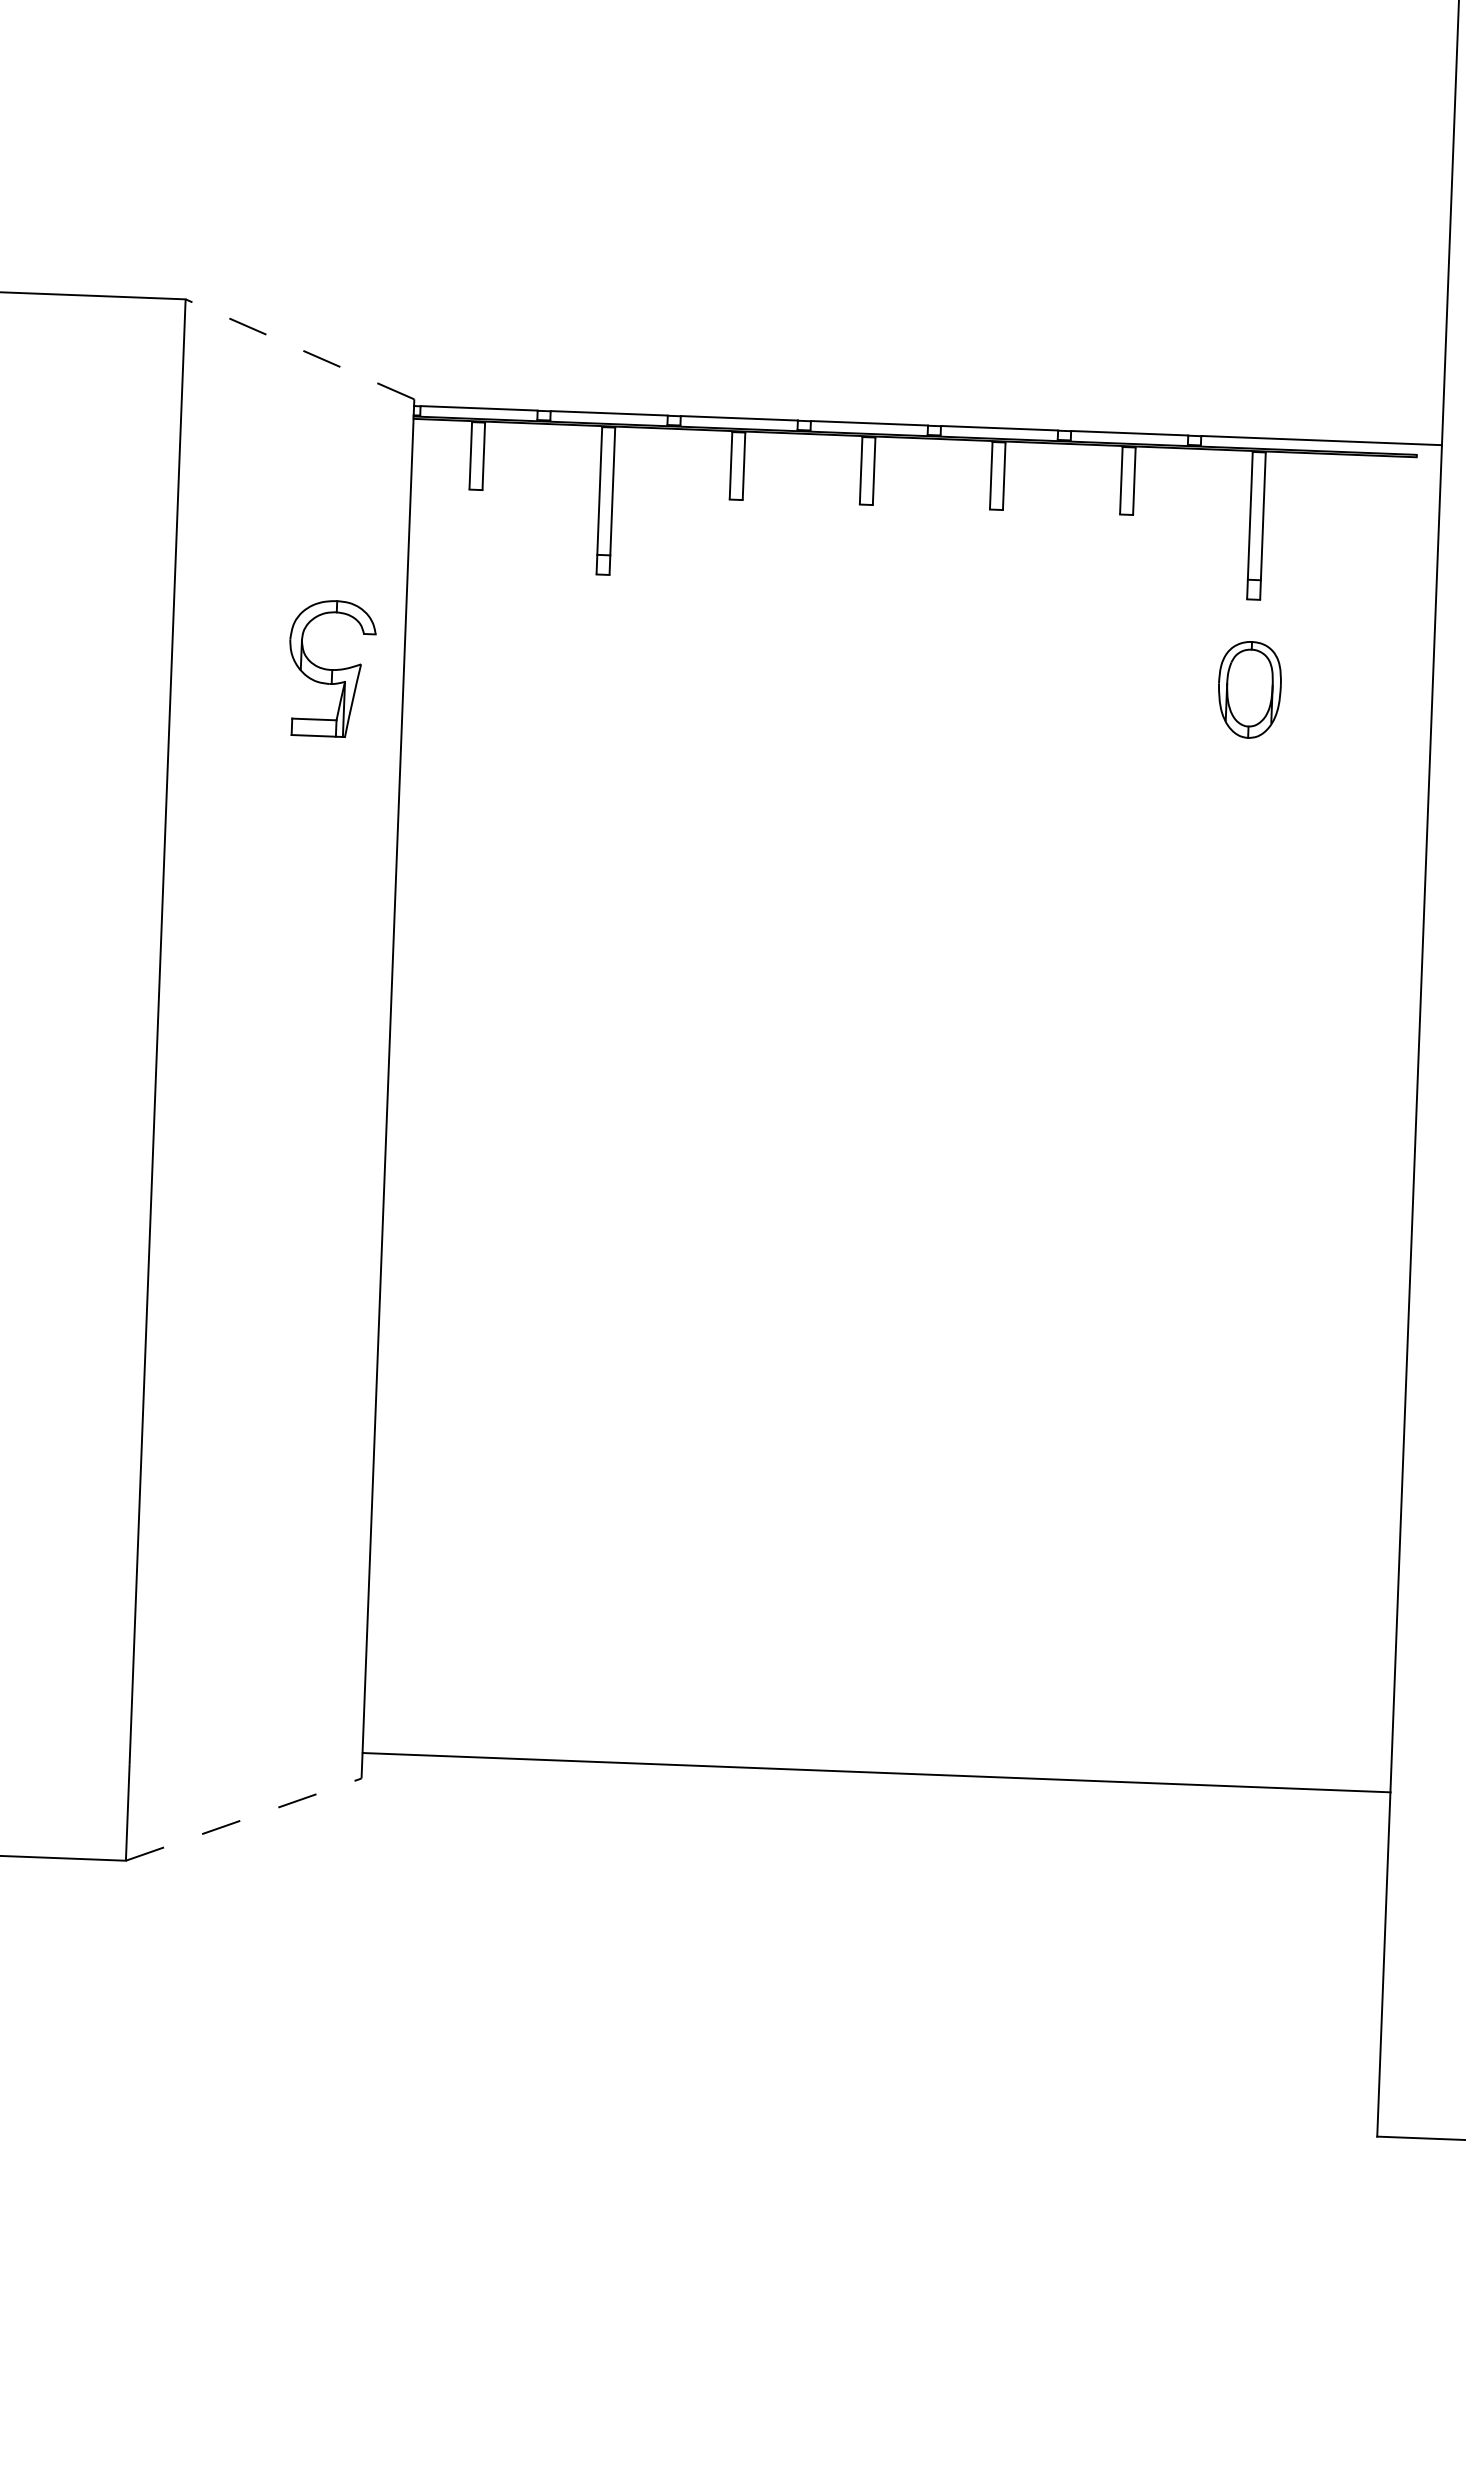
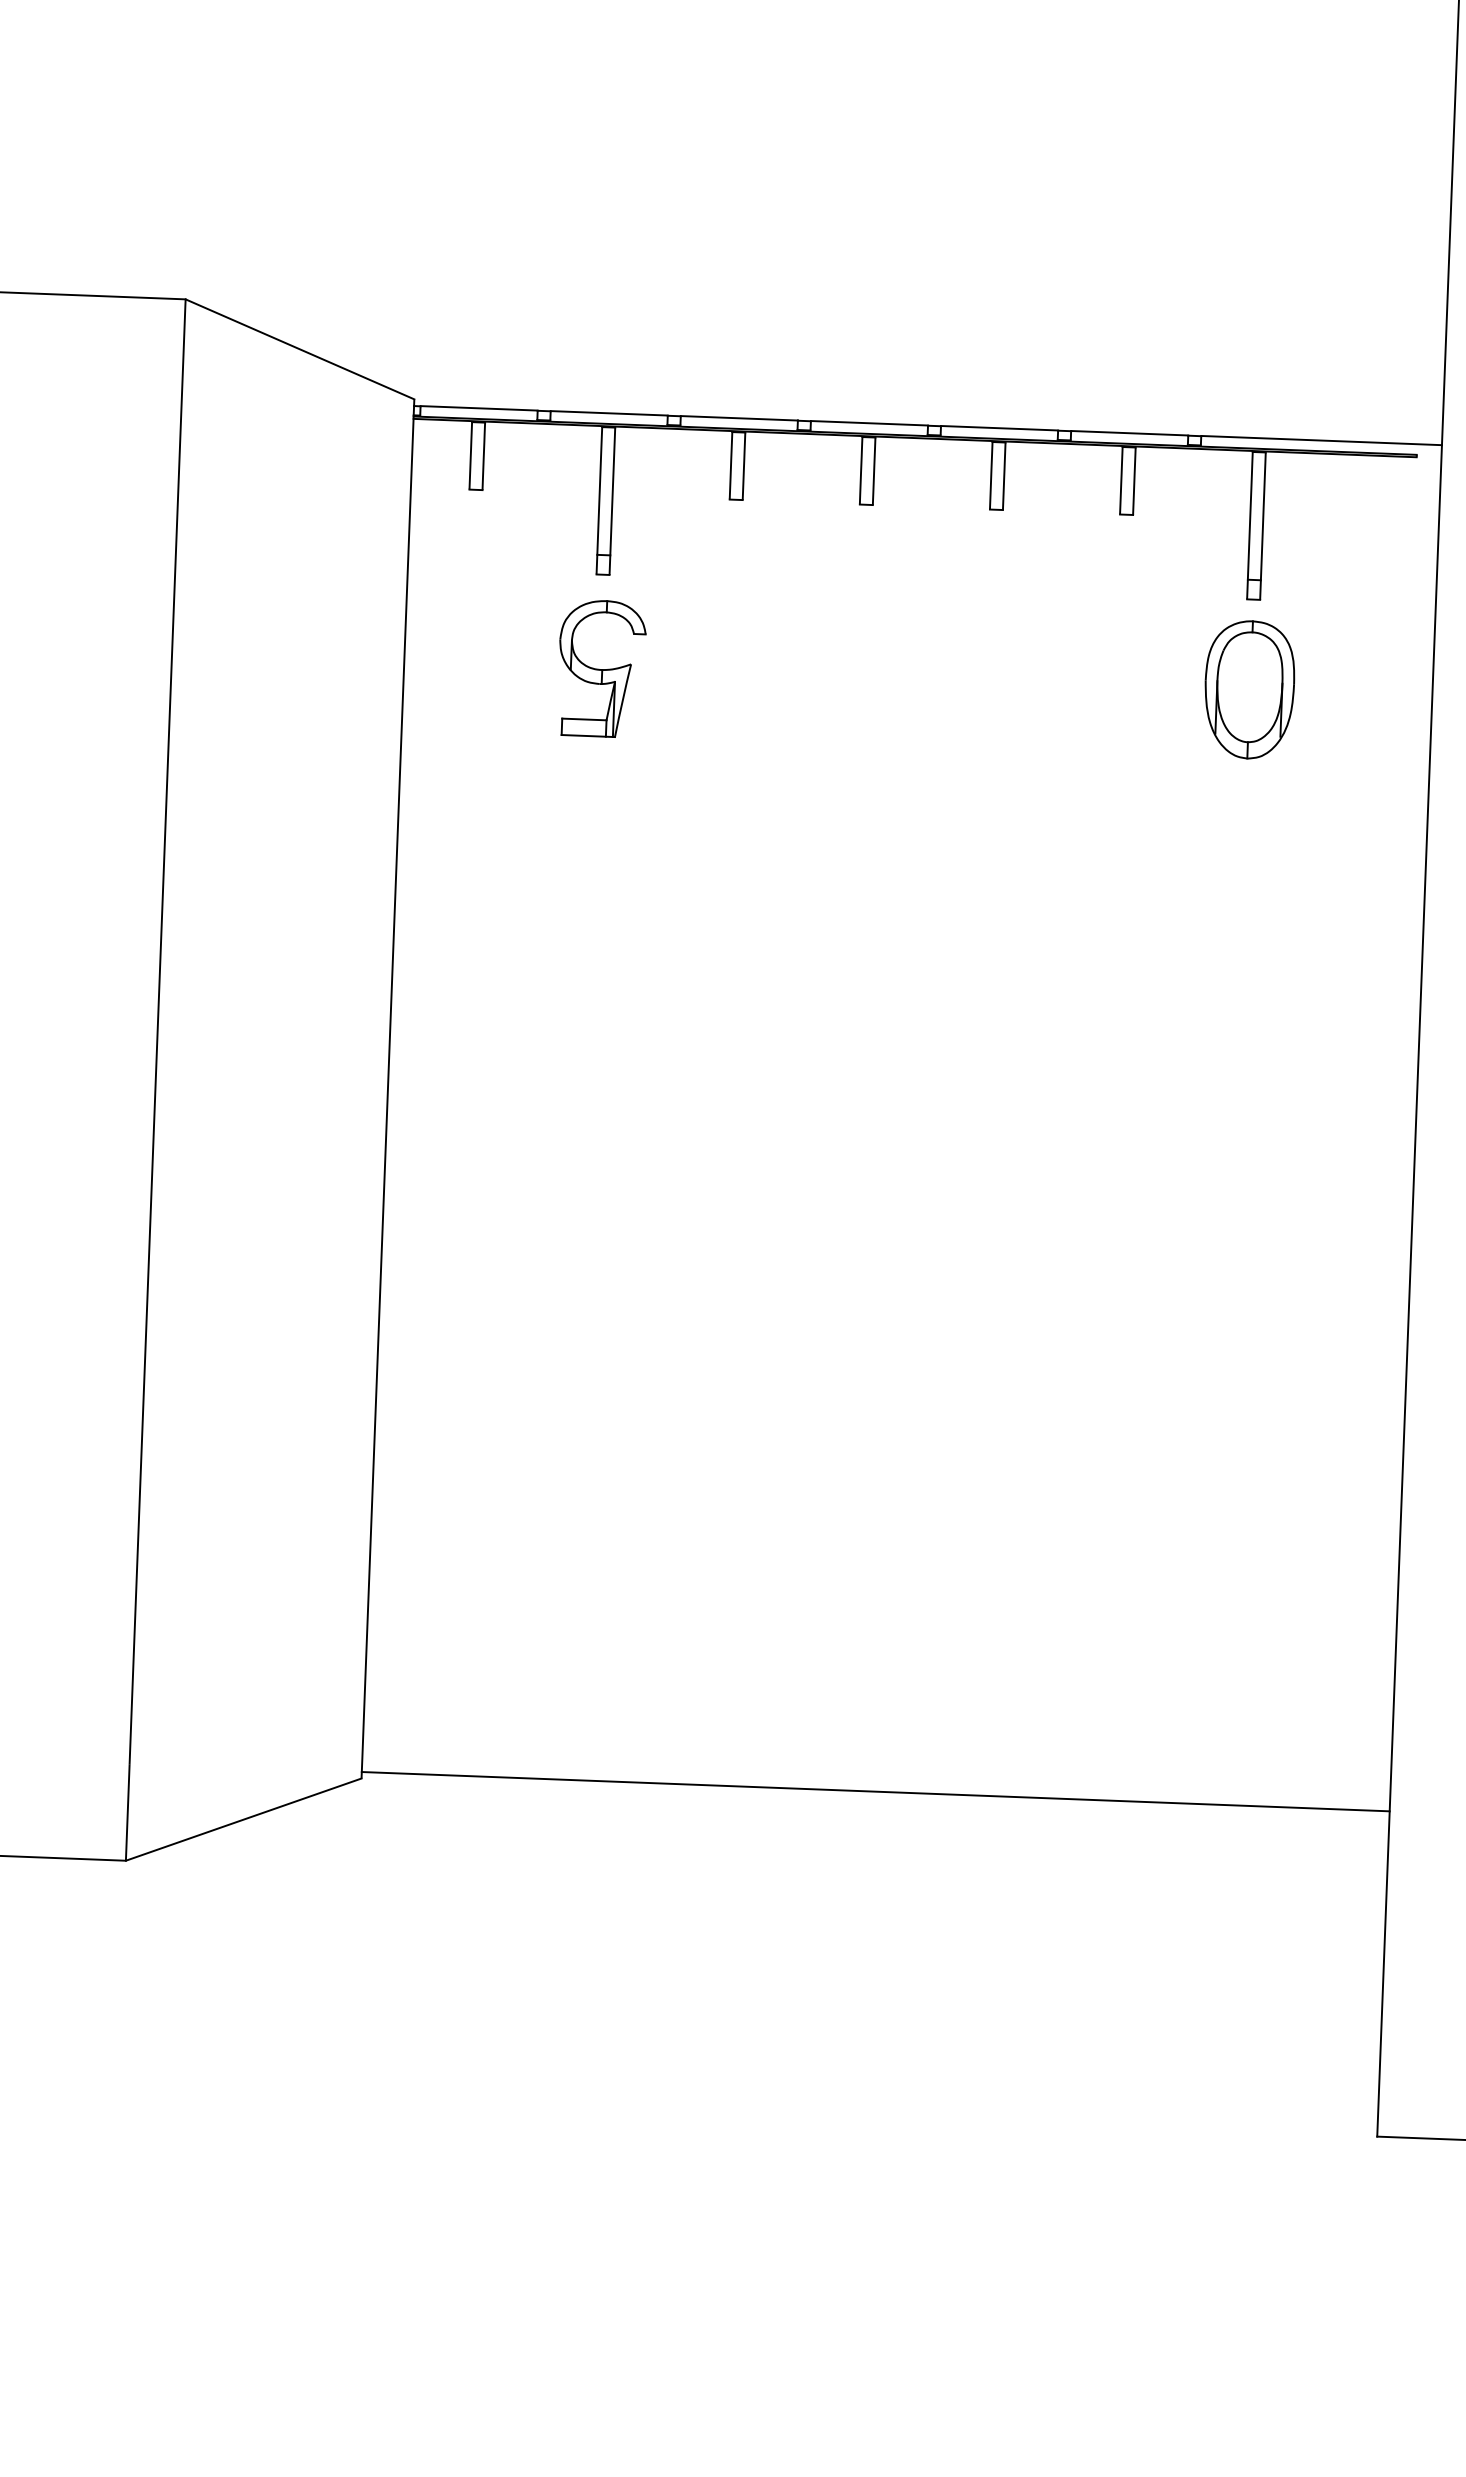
line at (299, 349): dashed -> solid
part at (332, 668) position: (332, 668) -> (602, 668)
part at (1249, 689) size: 64x98 px -> 92x140 px
line at (876, 1772) position: (876, 1772) -> (875, 1791)
line at (243, 1819): dashed -> solid
